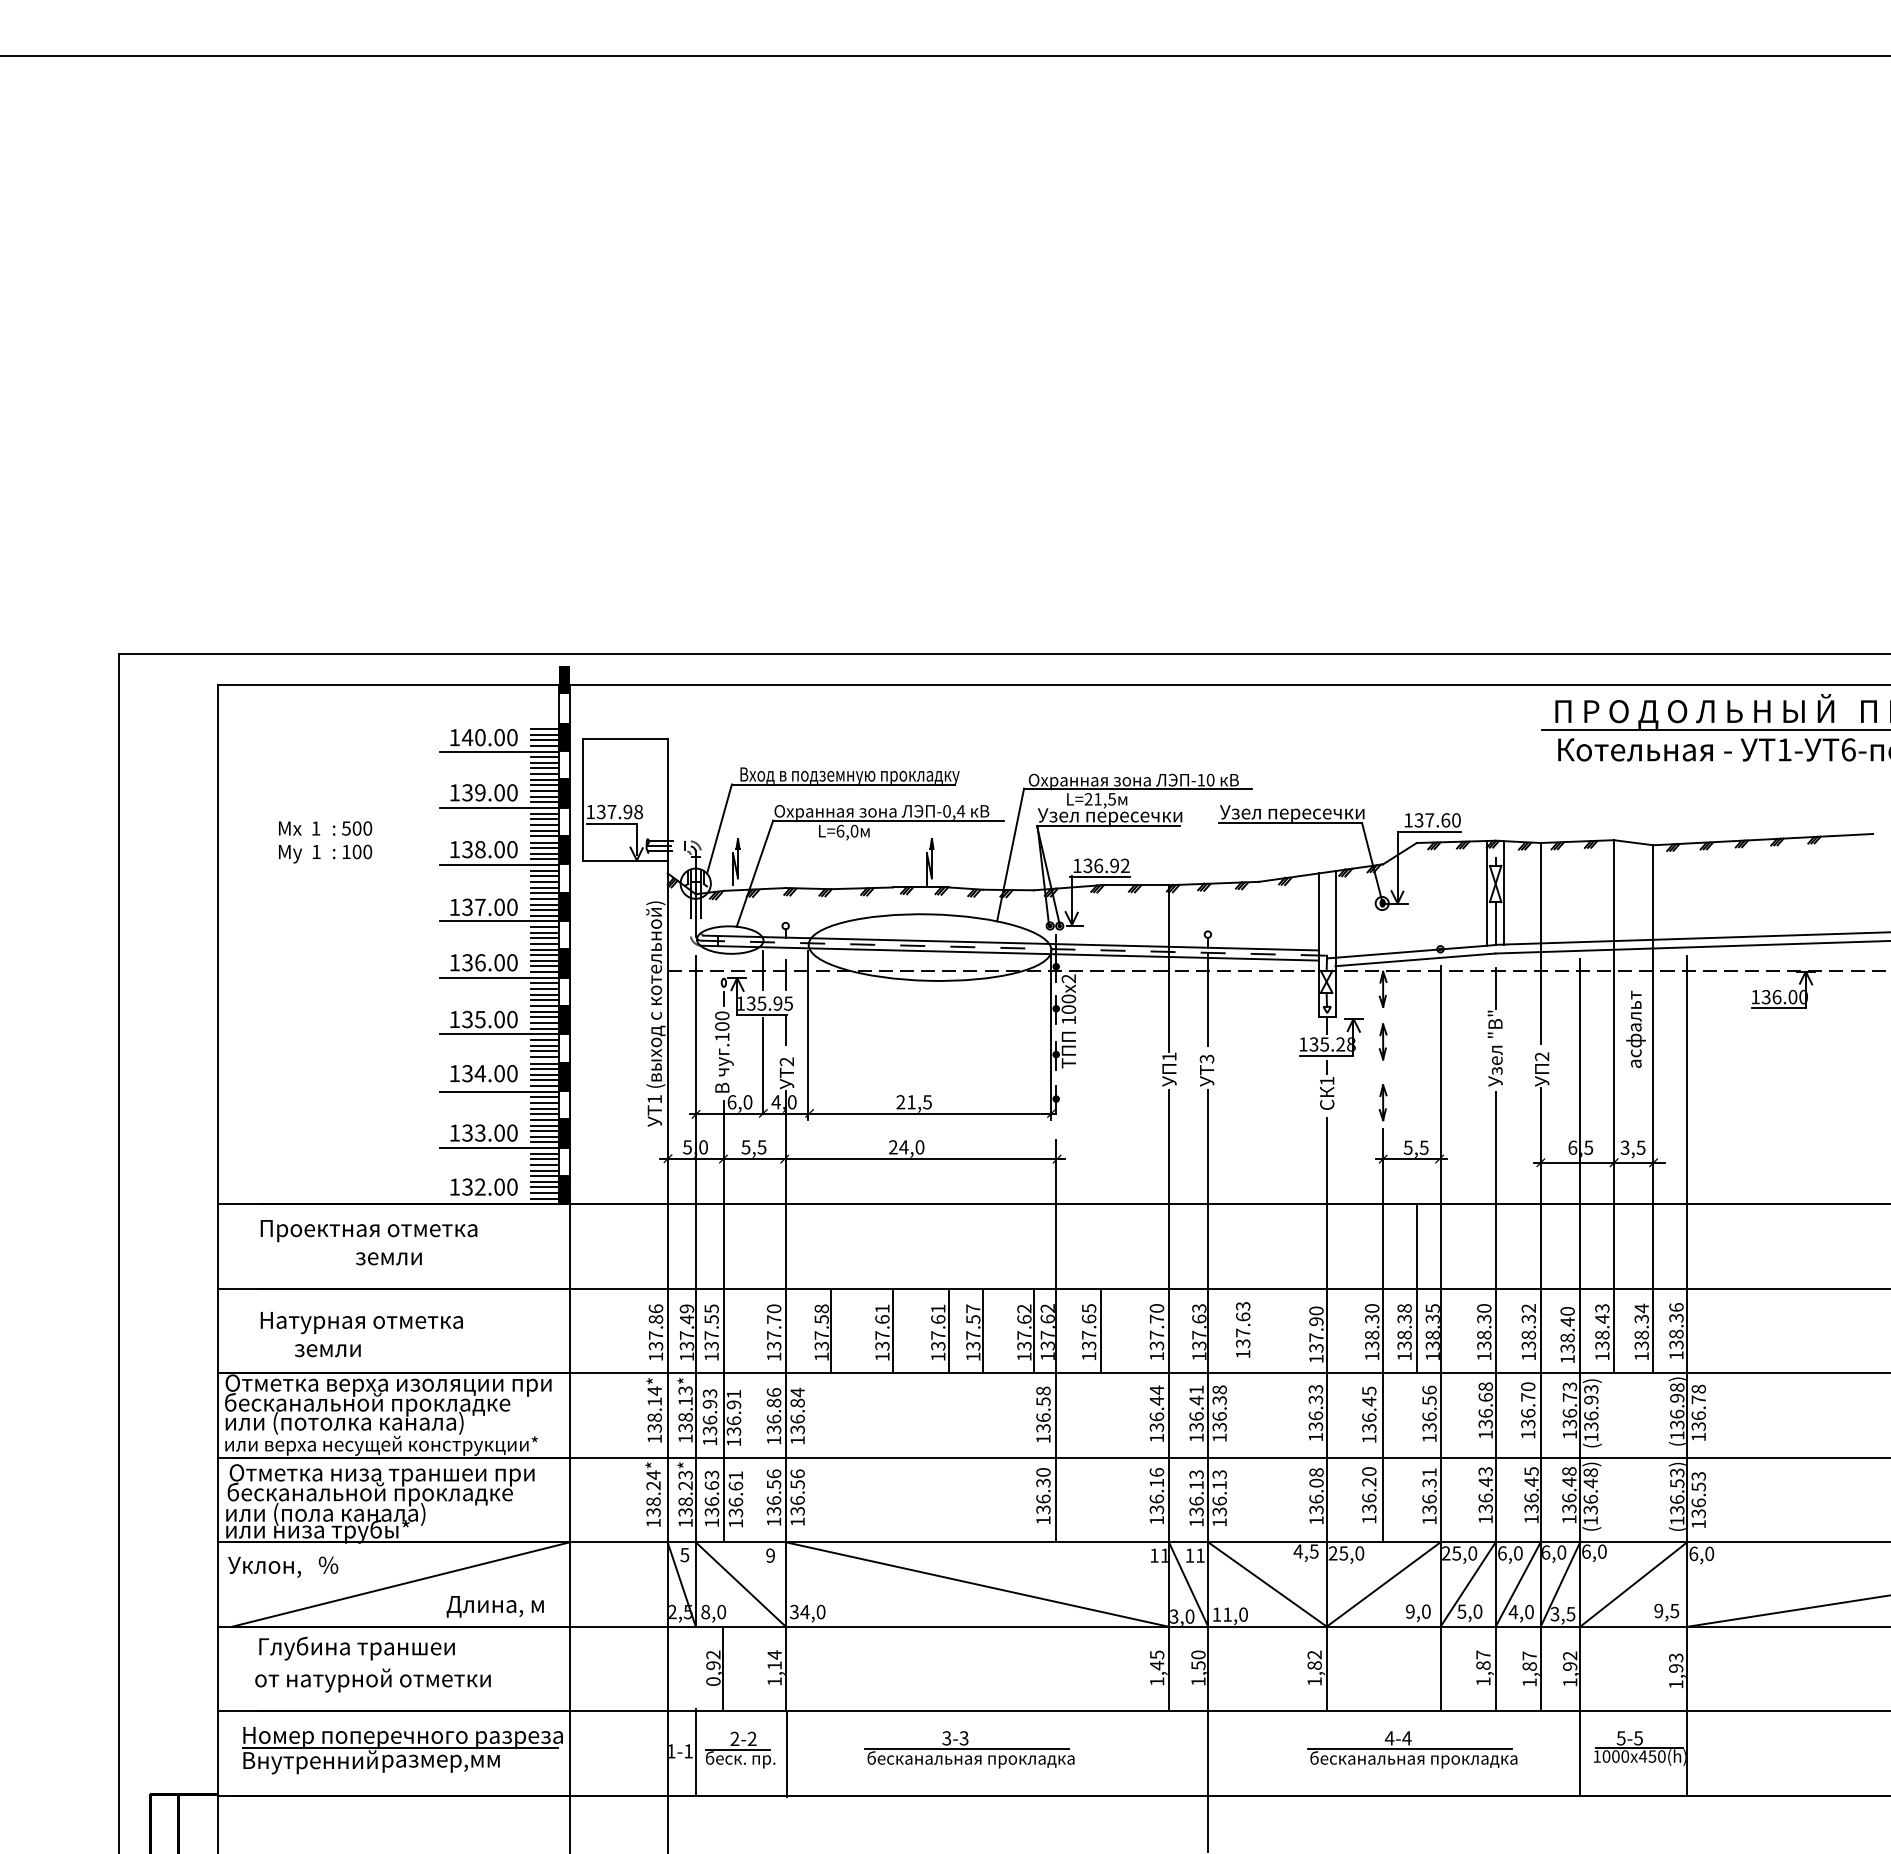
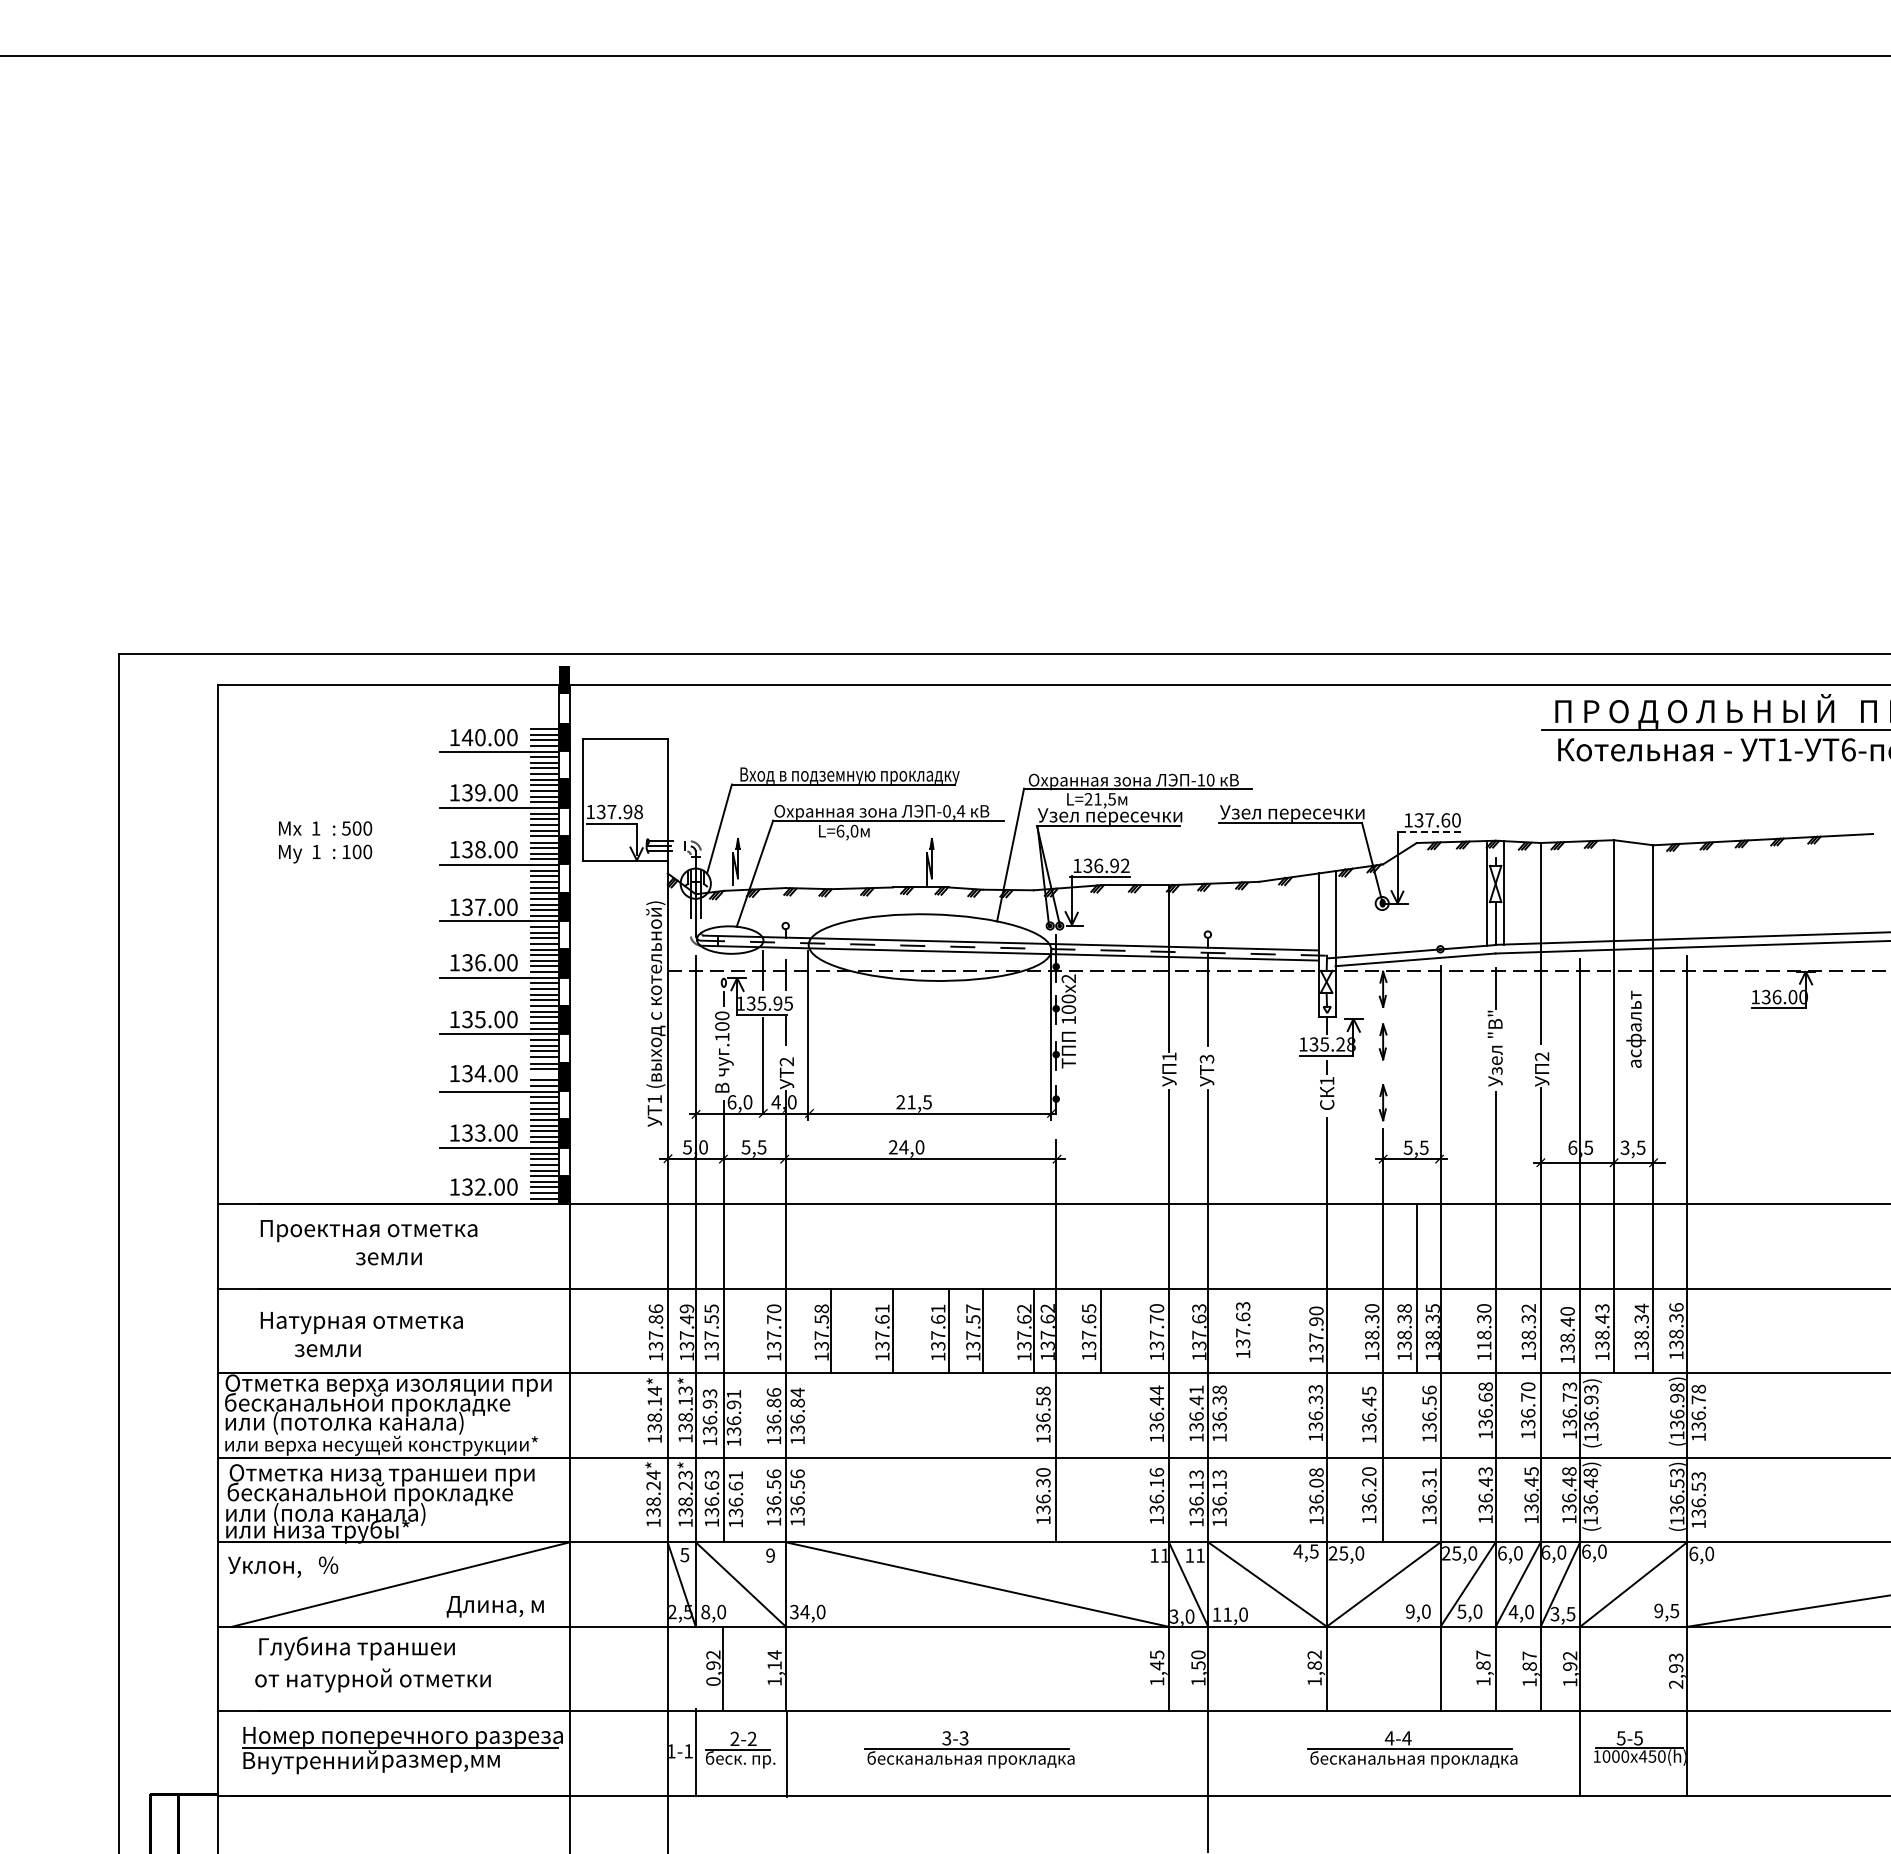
line at (1429, 831): solid -> dashed
line at (544, 1074): present -> none
text at (1484, 1345): 138.30 -> 118.30
text at (1676, 1684): 1,93 -> 2,93
